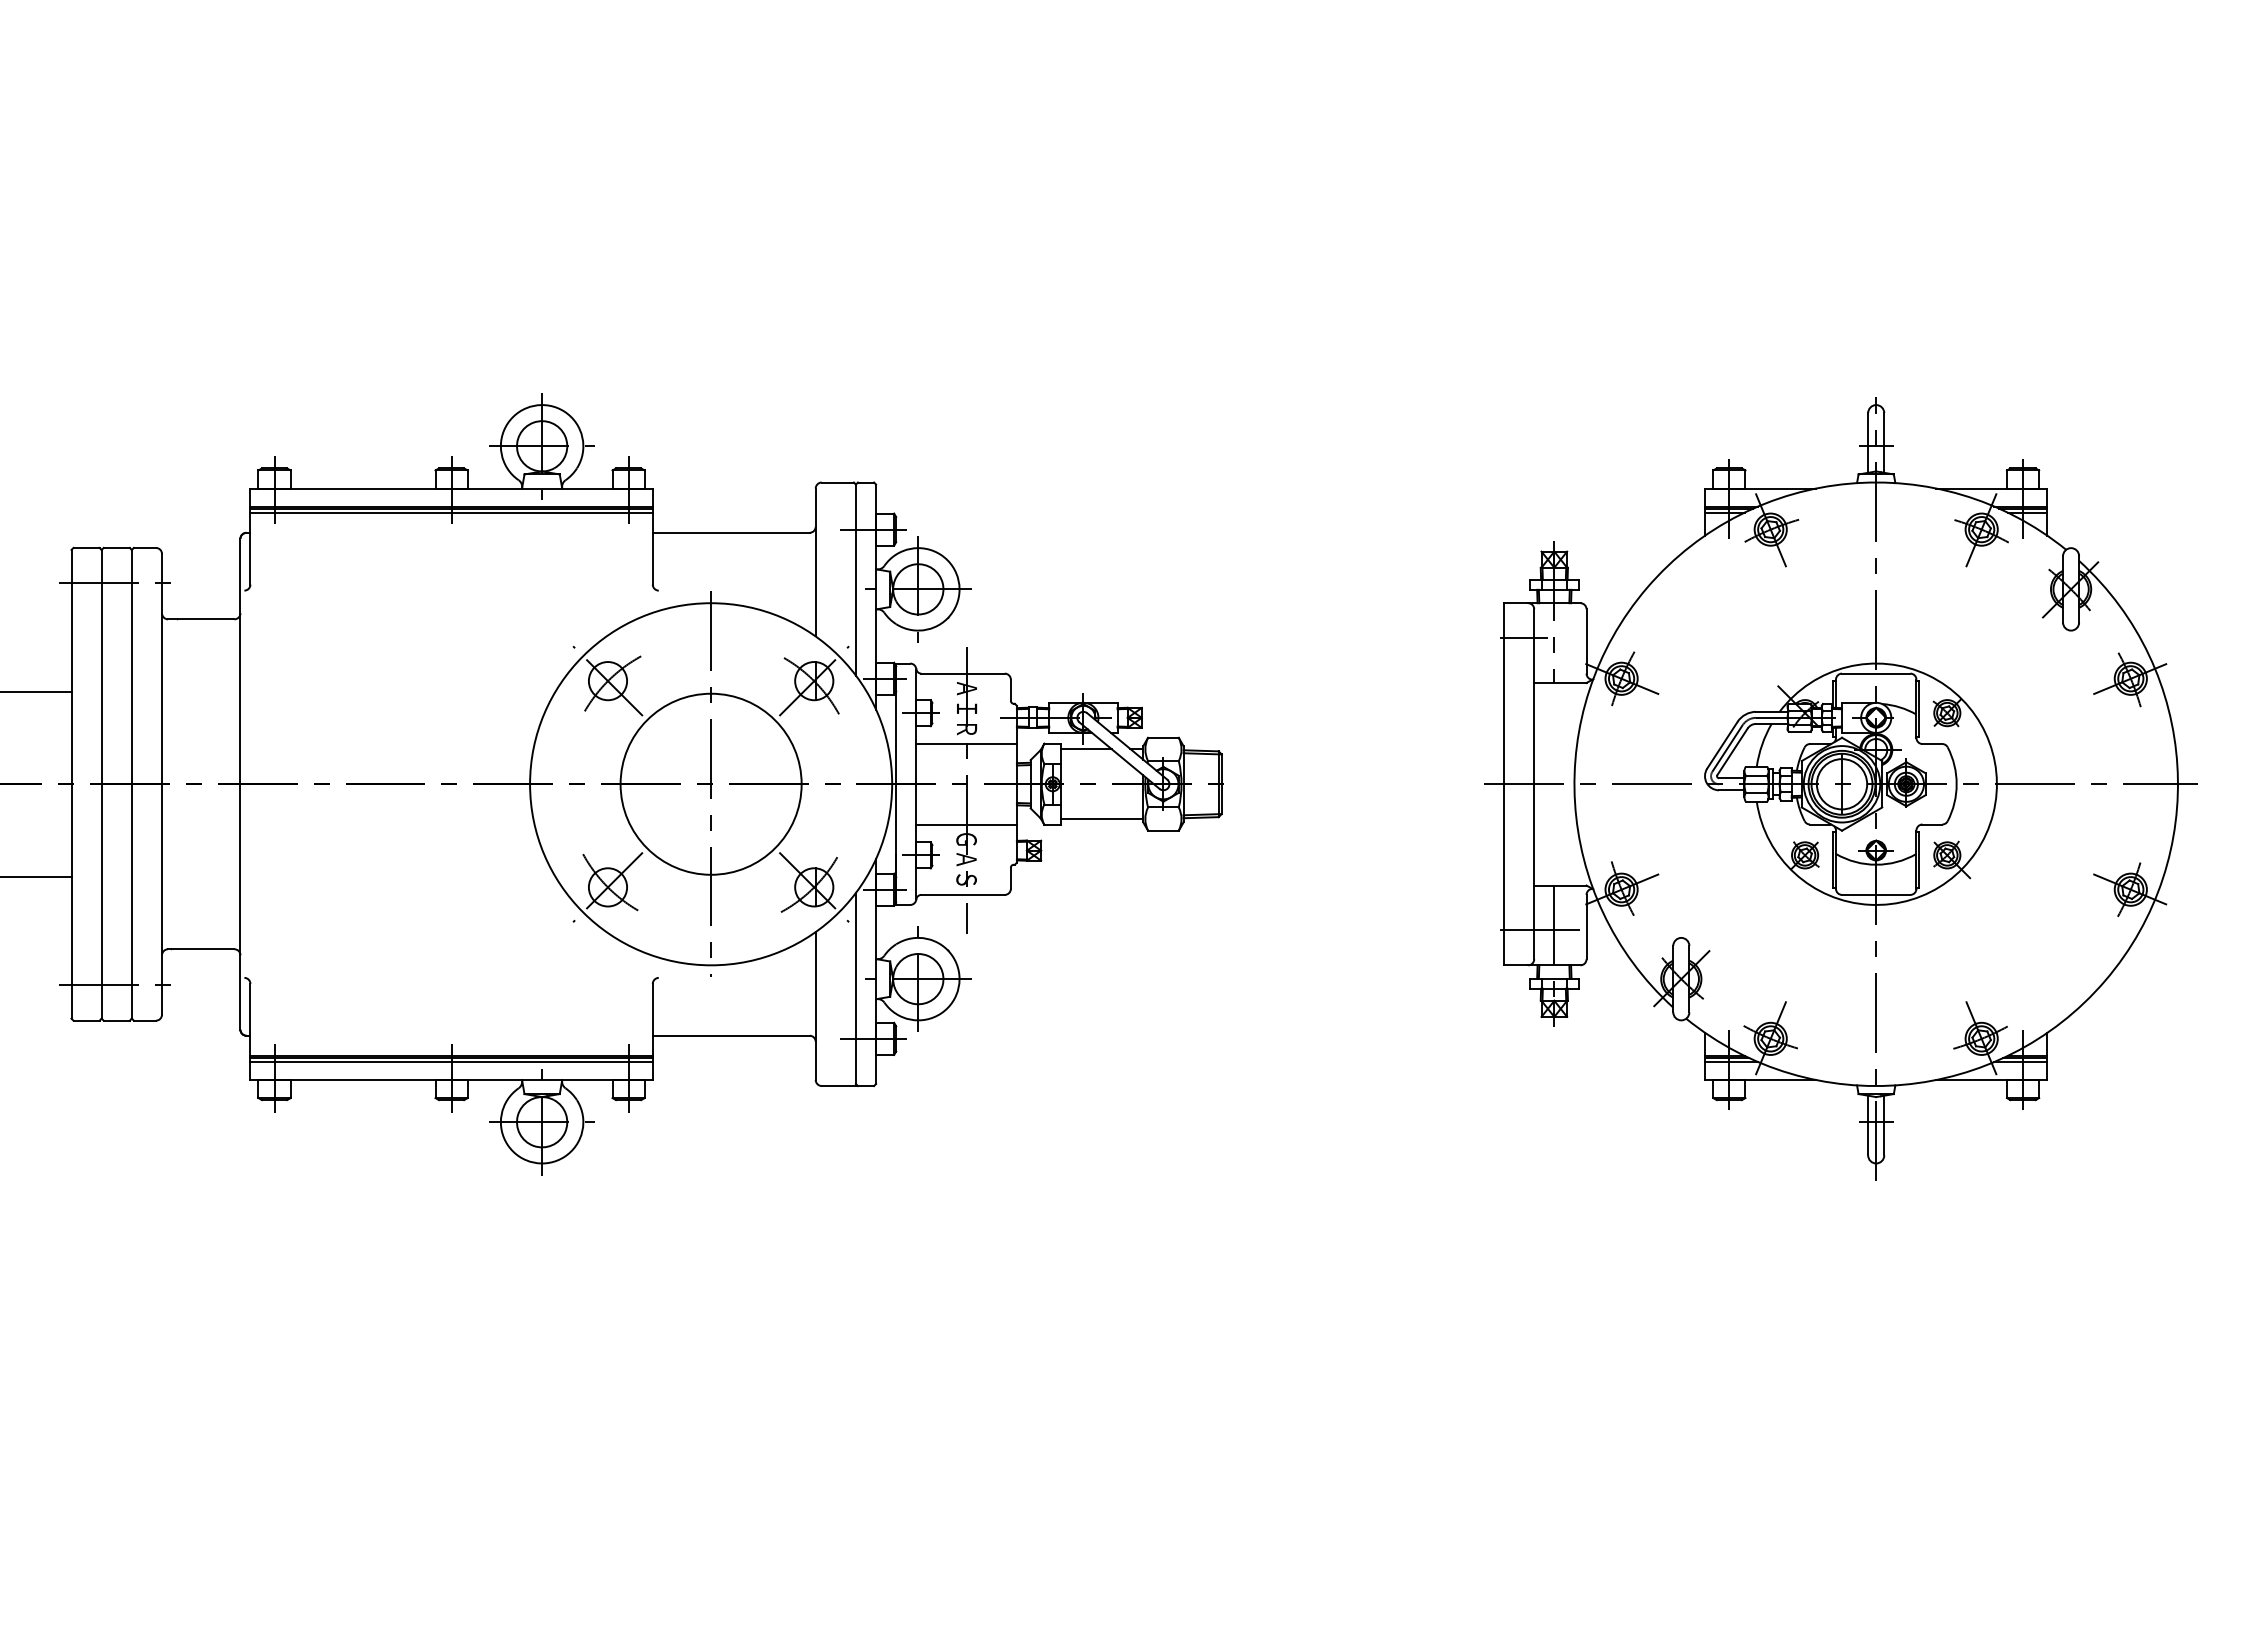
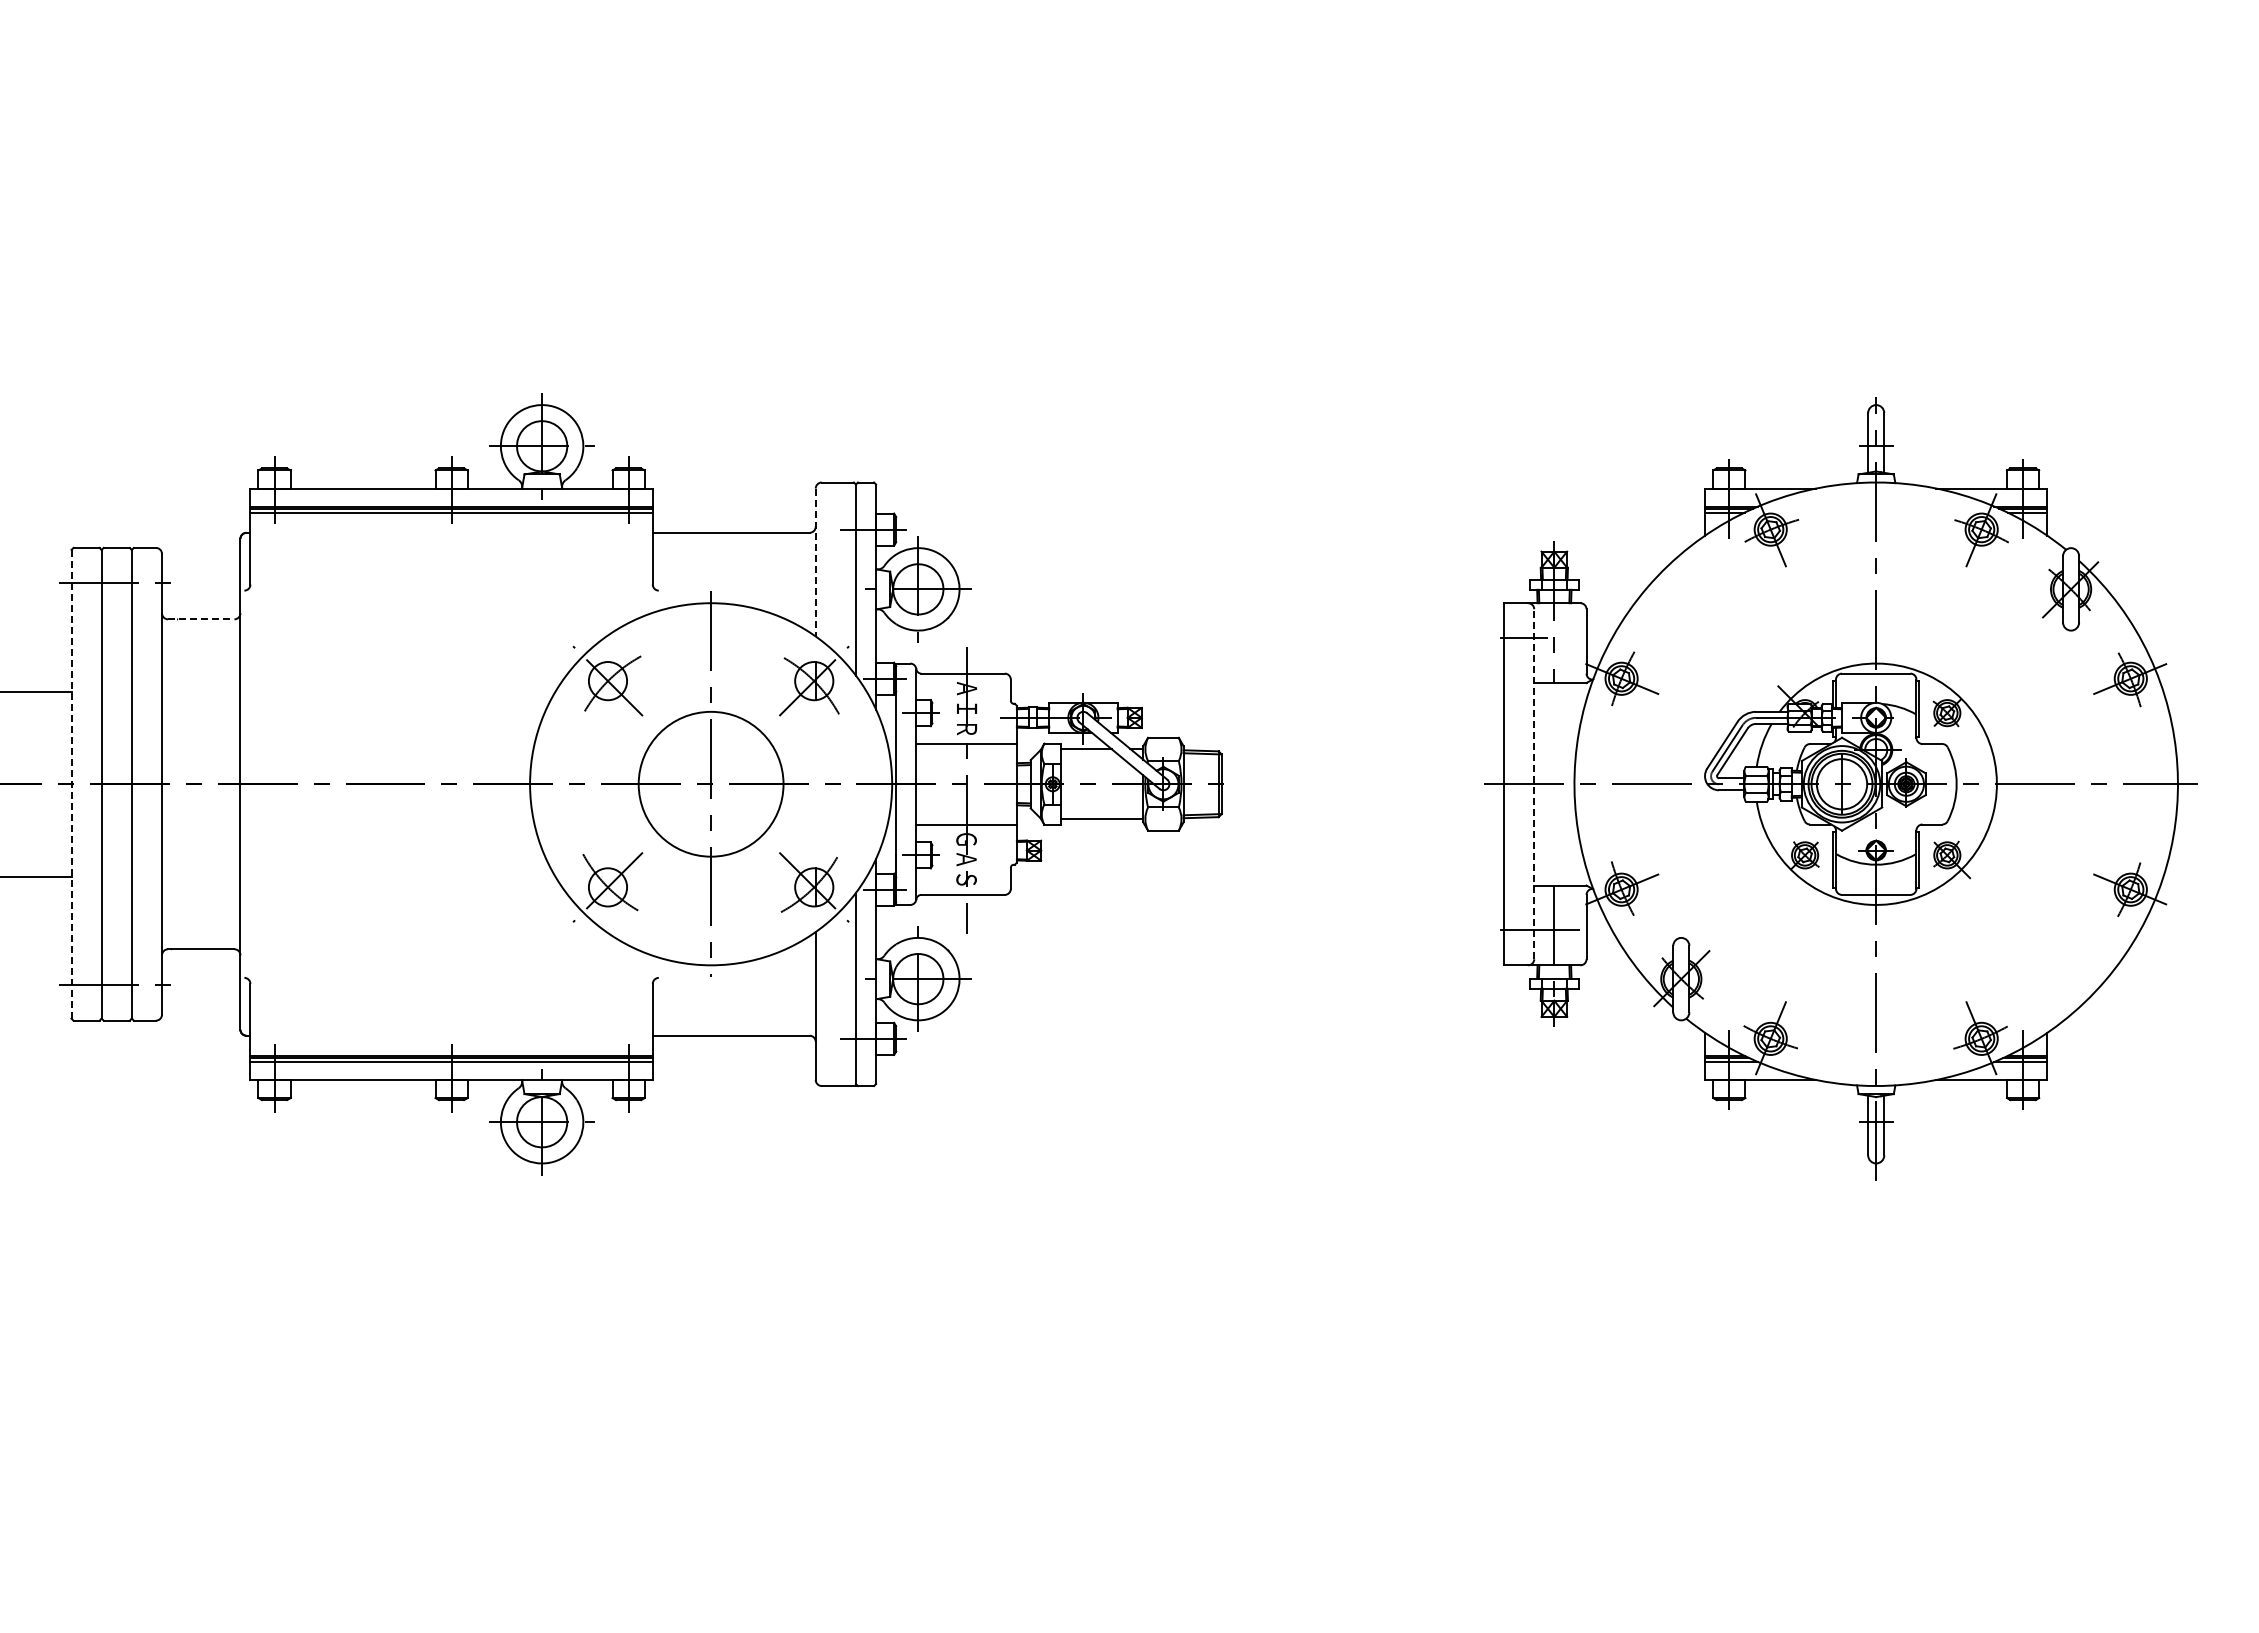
line at (815, 562): solid -> dashed
line at (201, 619): solid -> dashed
circle at (710, 783) diameter: 181 px -> 145 px
line at (1534, 783): solid -> dashed
line at (71, 784): solid -> dashed
